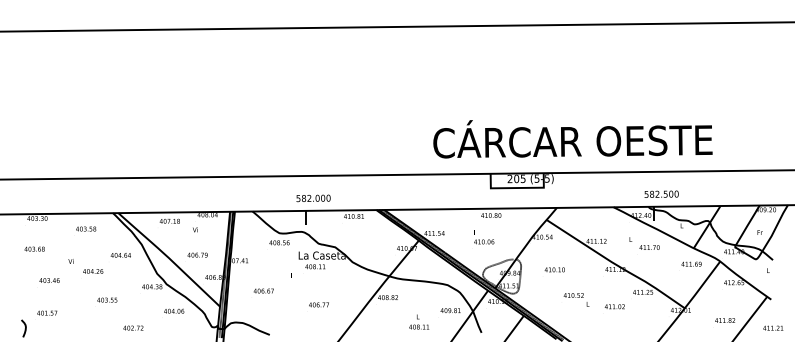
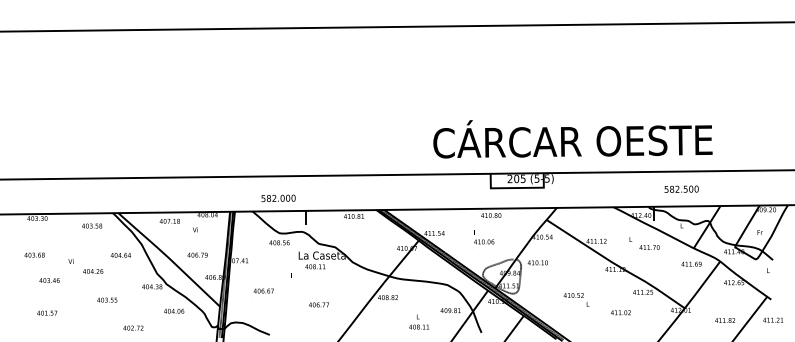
text at (661, 193) position: (661, 193) -> (681, 188)
text at (313, 198) position: (313, 198) -> (278, 198)
text at (86, 228) position: (86, 228) -> (92, 225)
text at (34, 248) position: (34, 248) -> (34, 254)
text at (554, 269) position: (554, 269) -> (537, 262)
text at (614, 306) position: (614, 306) -> (620, 312)
text at (773, 327) position: (773, 327) -> (773, 319)
curve at (24, 328): present -> none
